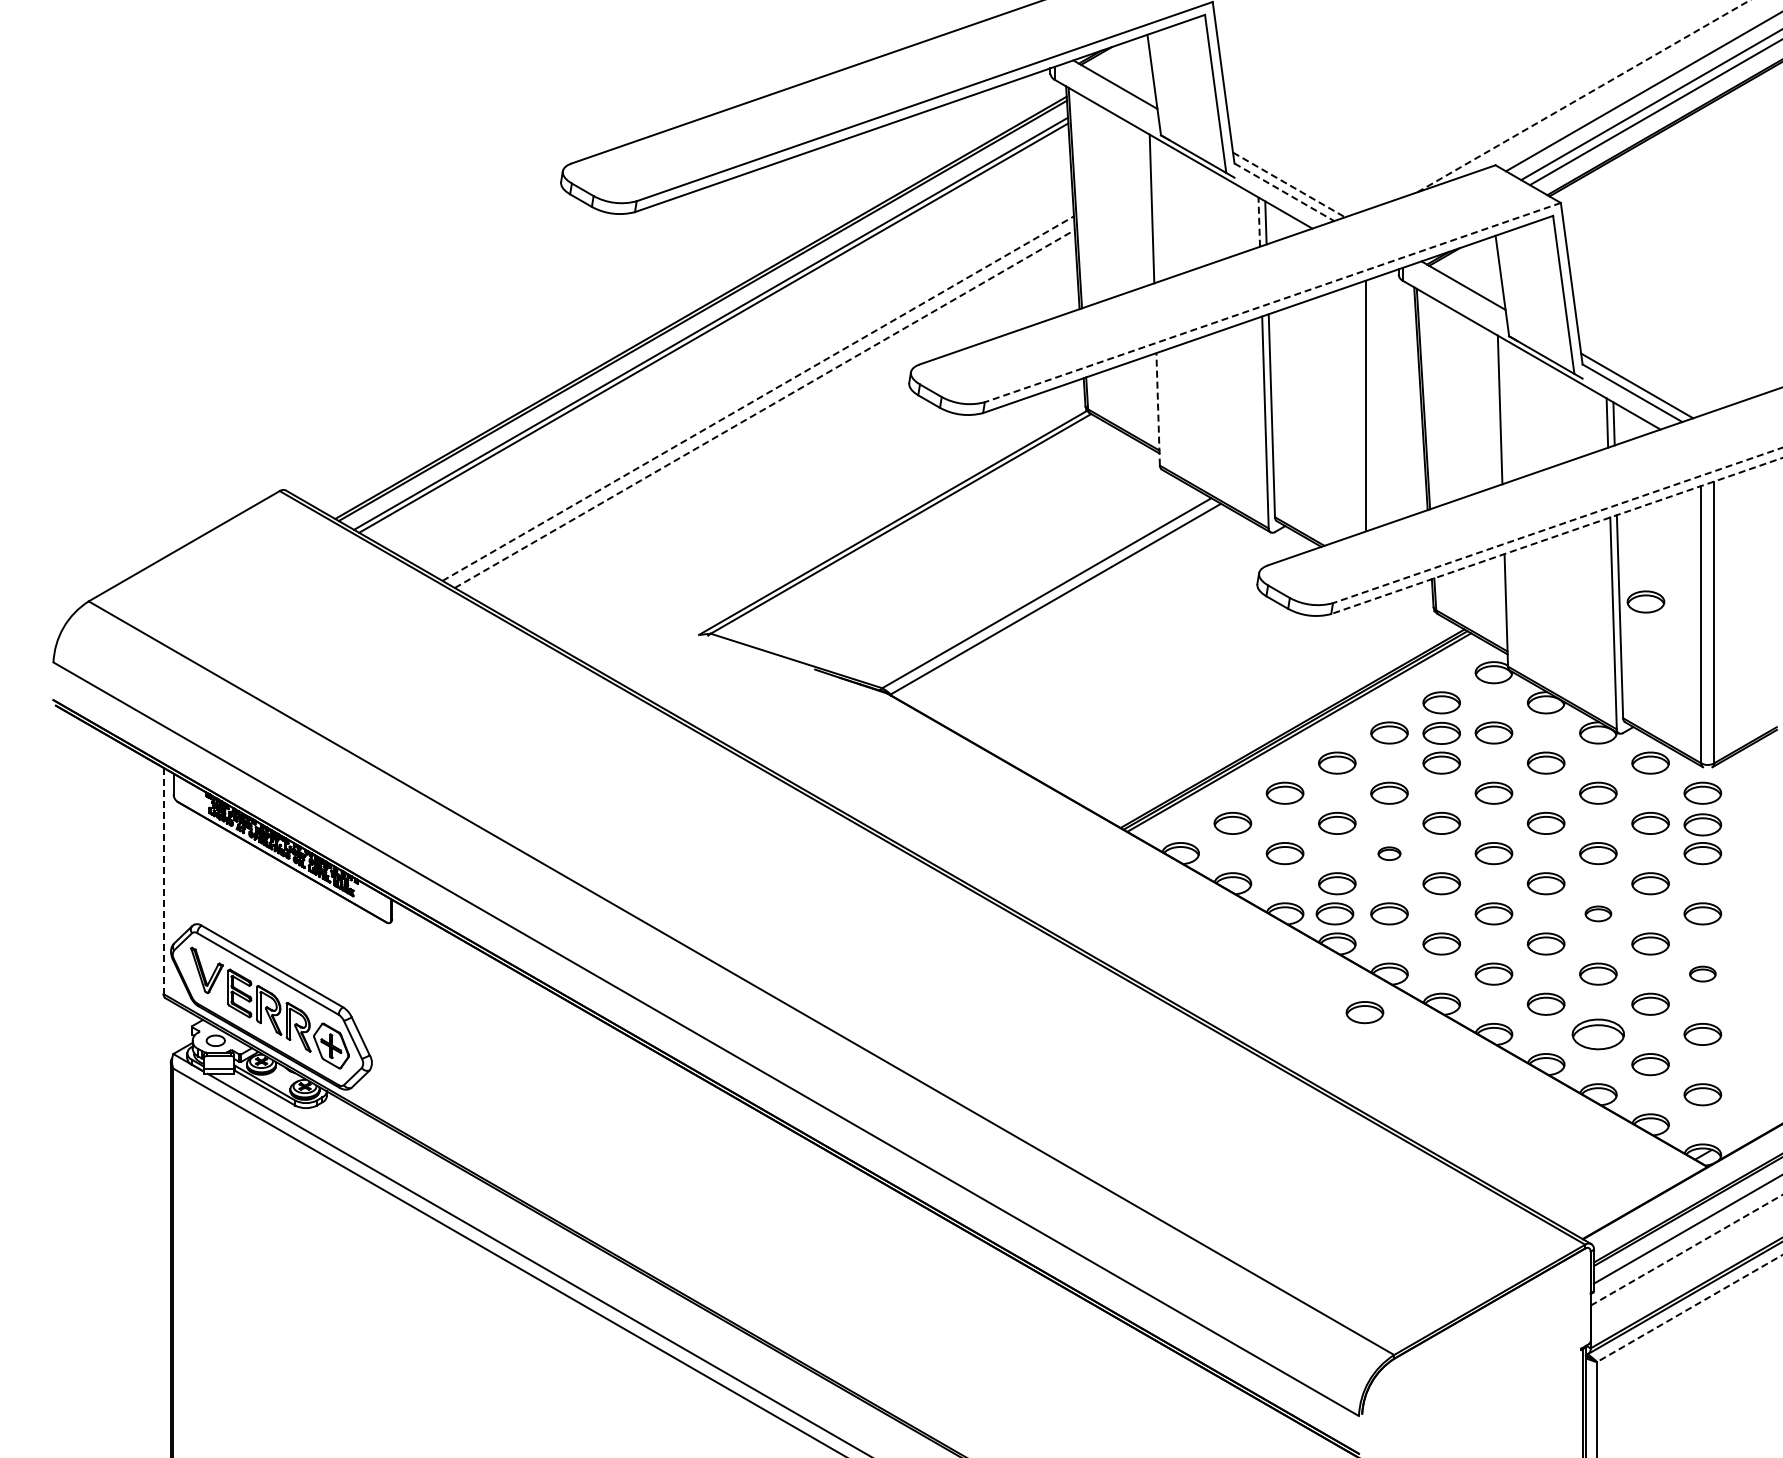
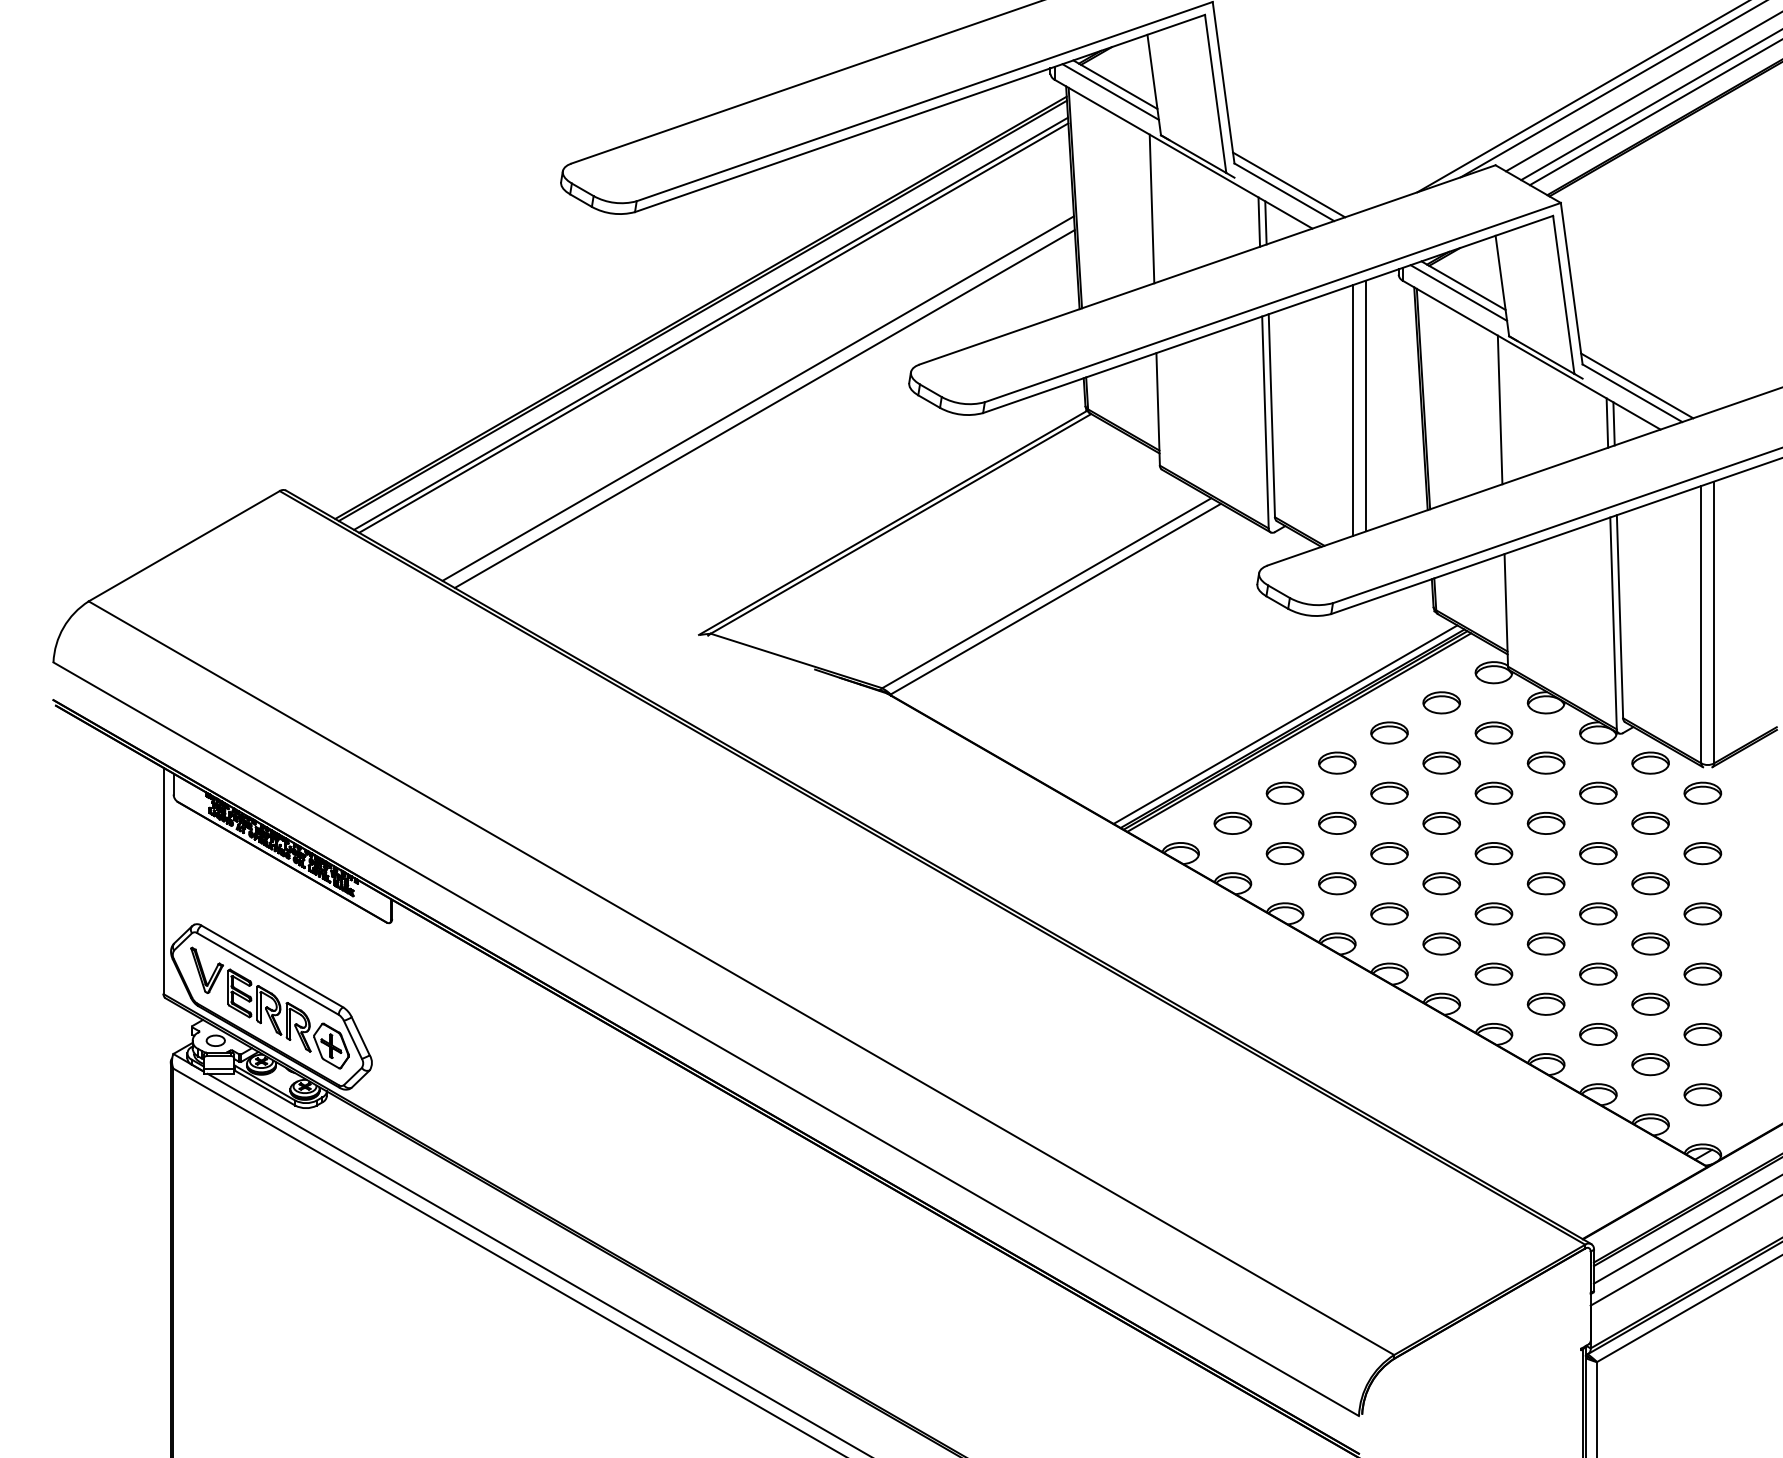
line at (1612, 89): none -> present
line at (1110, 91): none -> present
line at (1584, 95): dashed -> solid
line at (1289, 184): dashed -> solid
line at (1284, 192): dashed -> solid
line at (1259, 222): dashed -> solid
line at (1458, 292): none -> present
line at (1272, 302): dashed -> solid
line at (758, 398): dashed -> solid
line at (1158, 408): dashed -> solid
line at (764, 409): dashed -> solid
line at (1353, 410): none -> present
line at (1557, 525): dashed -> solid
line at (1556, 536): dashed -> solid
part at (1645, 601): present -> none
line at (1285, 724): none -> present
part at (1441, 733): present -> none
part at (1702, 824): present -> none
part at (1389, 853) size: 25x15 px -> 39x24 px
line at (163, 881): dashed -> solid
part at (1334, 913): present -> none
part at (1598, 913) size: 29x18 px -> 39x24 px
part at (1702, 973) size: 28x18 px -> 40x24 px
part at (1364, 1012): present -> none
part at (1597, 1034) size: 54x33 px -> 39x23 px
line at (1686, 1250): dashed -> solid
line at (1689, 1308): dashed -> solid
